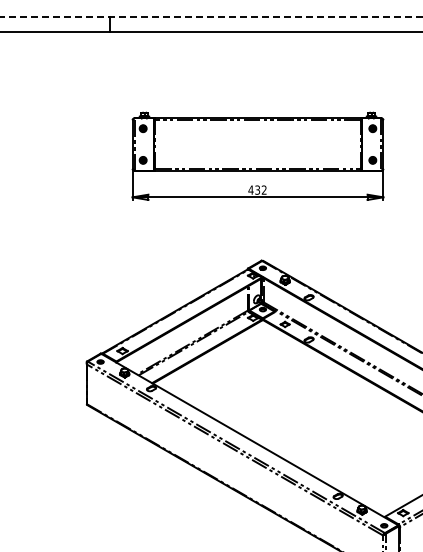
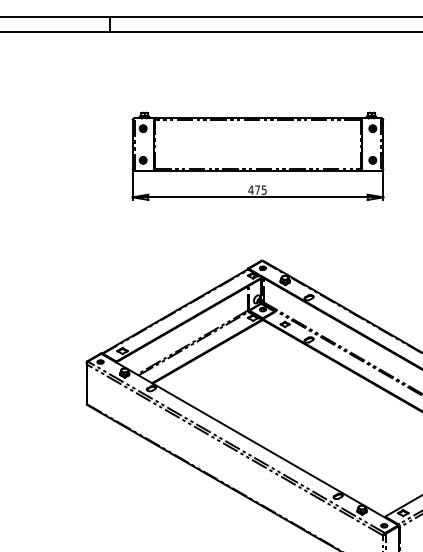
line at (211, 16): dashed -> solid
text at (260, 189): 432 -> 475
